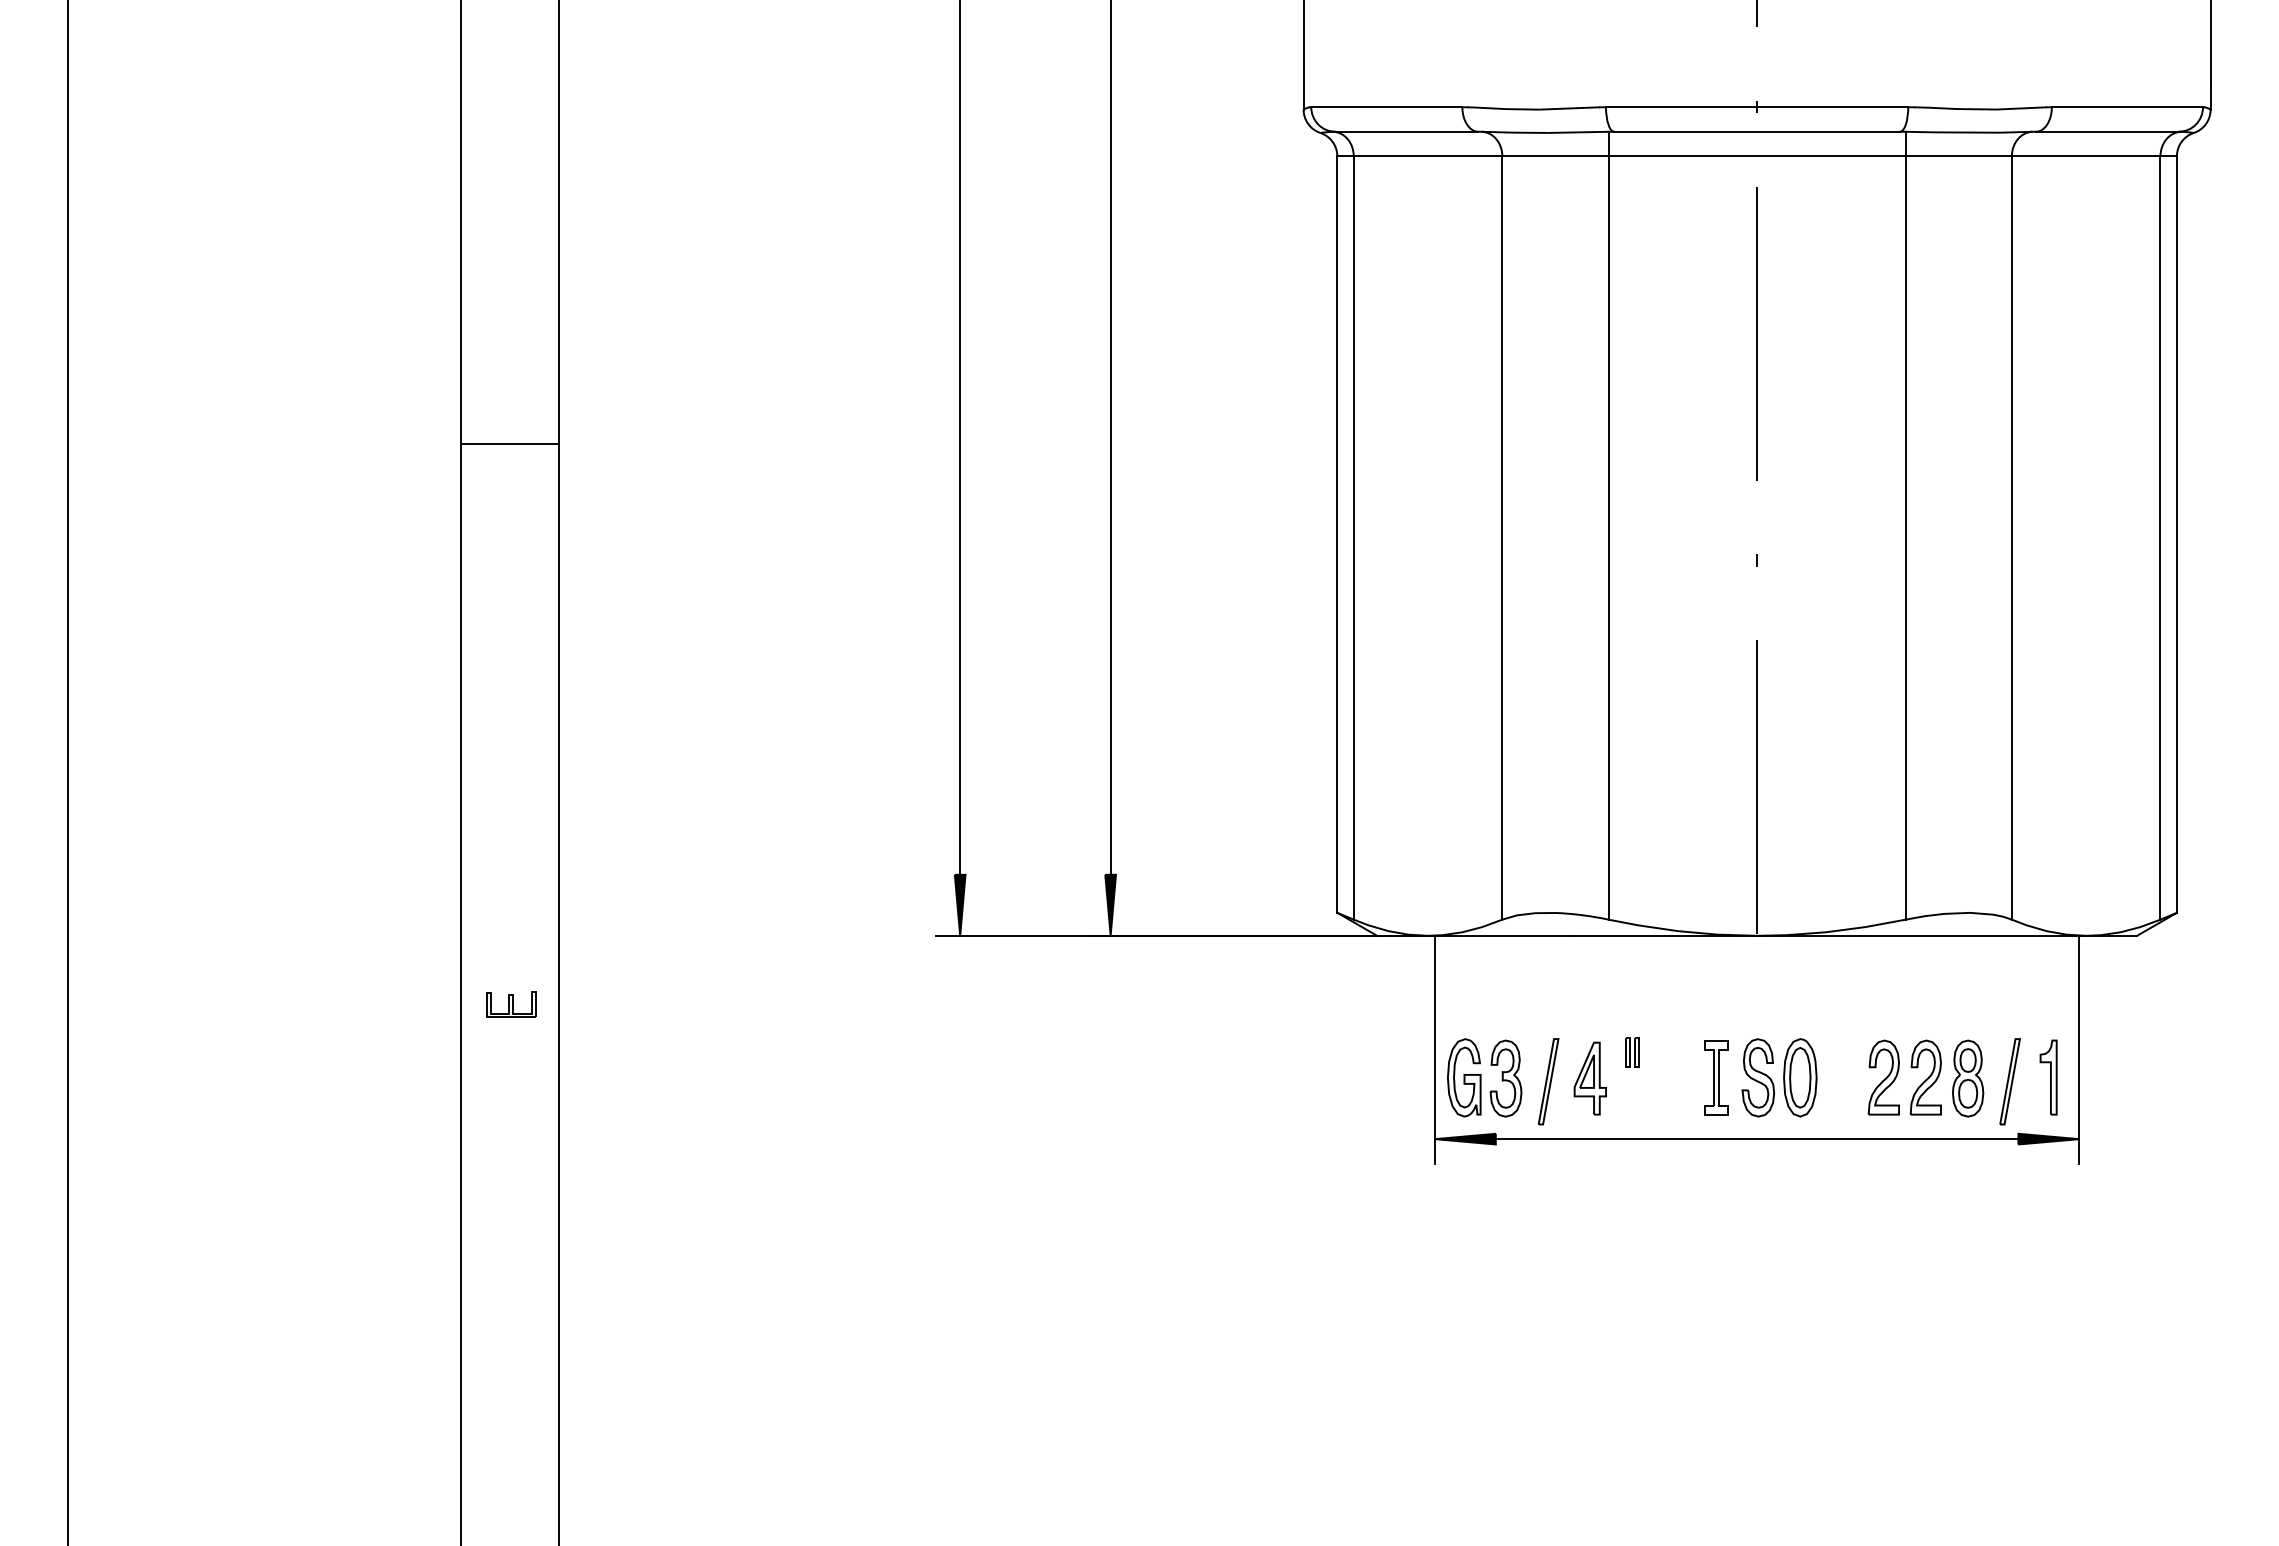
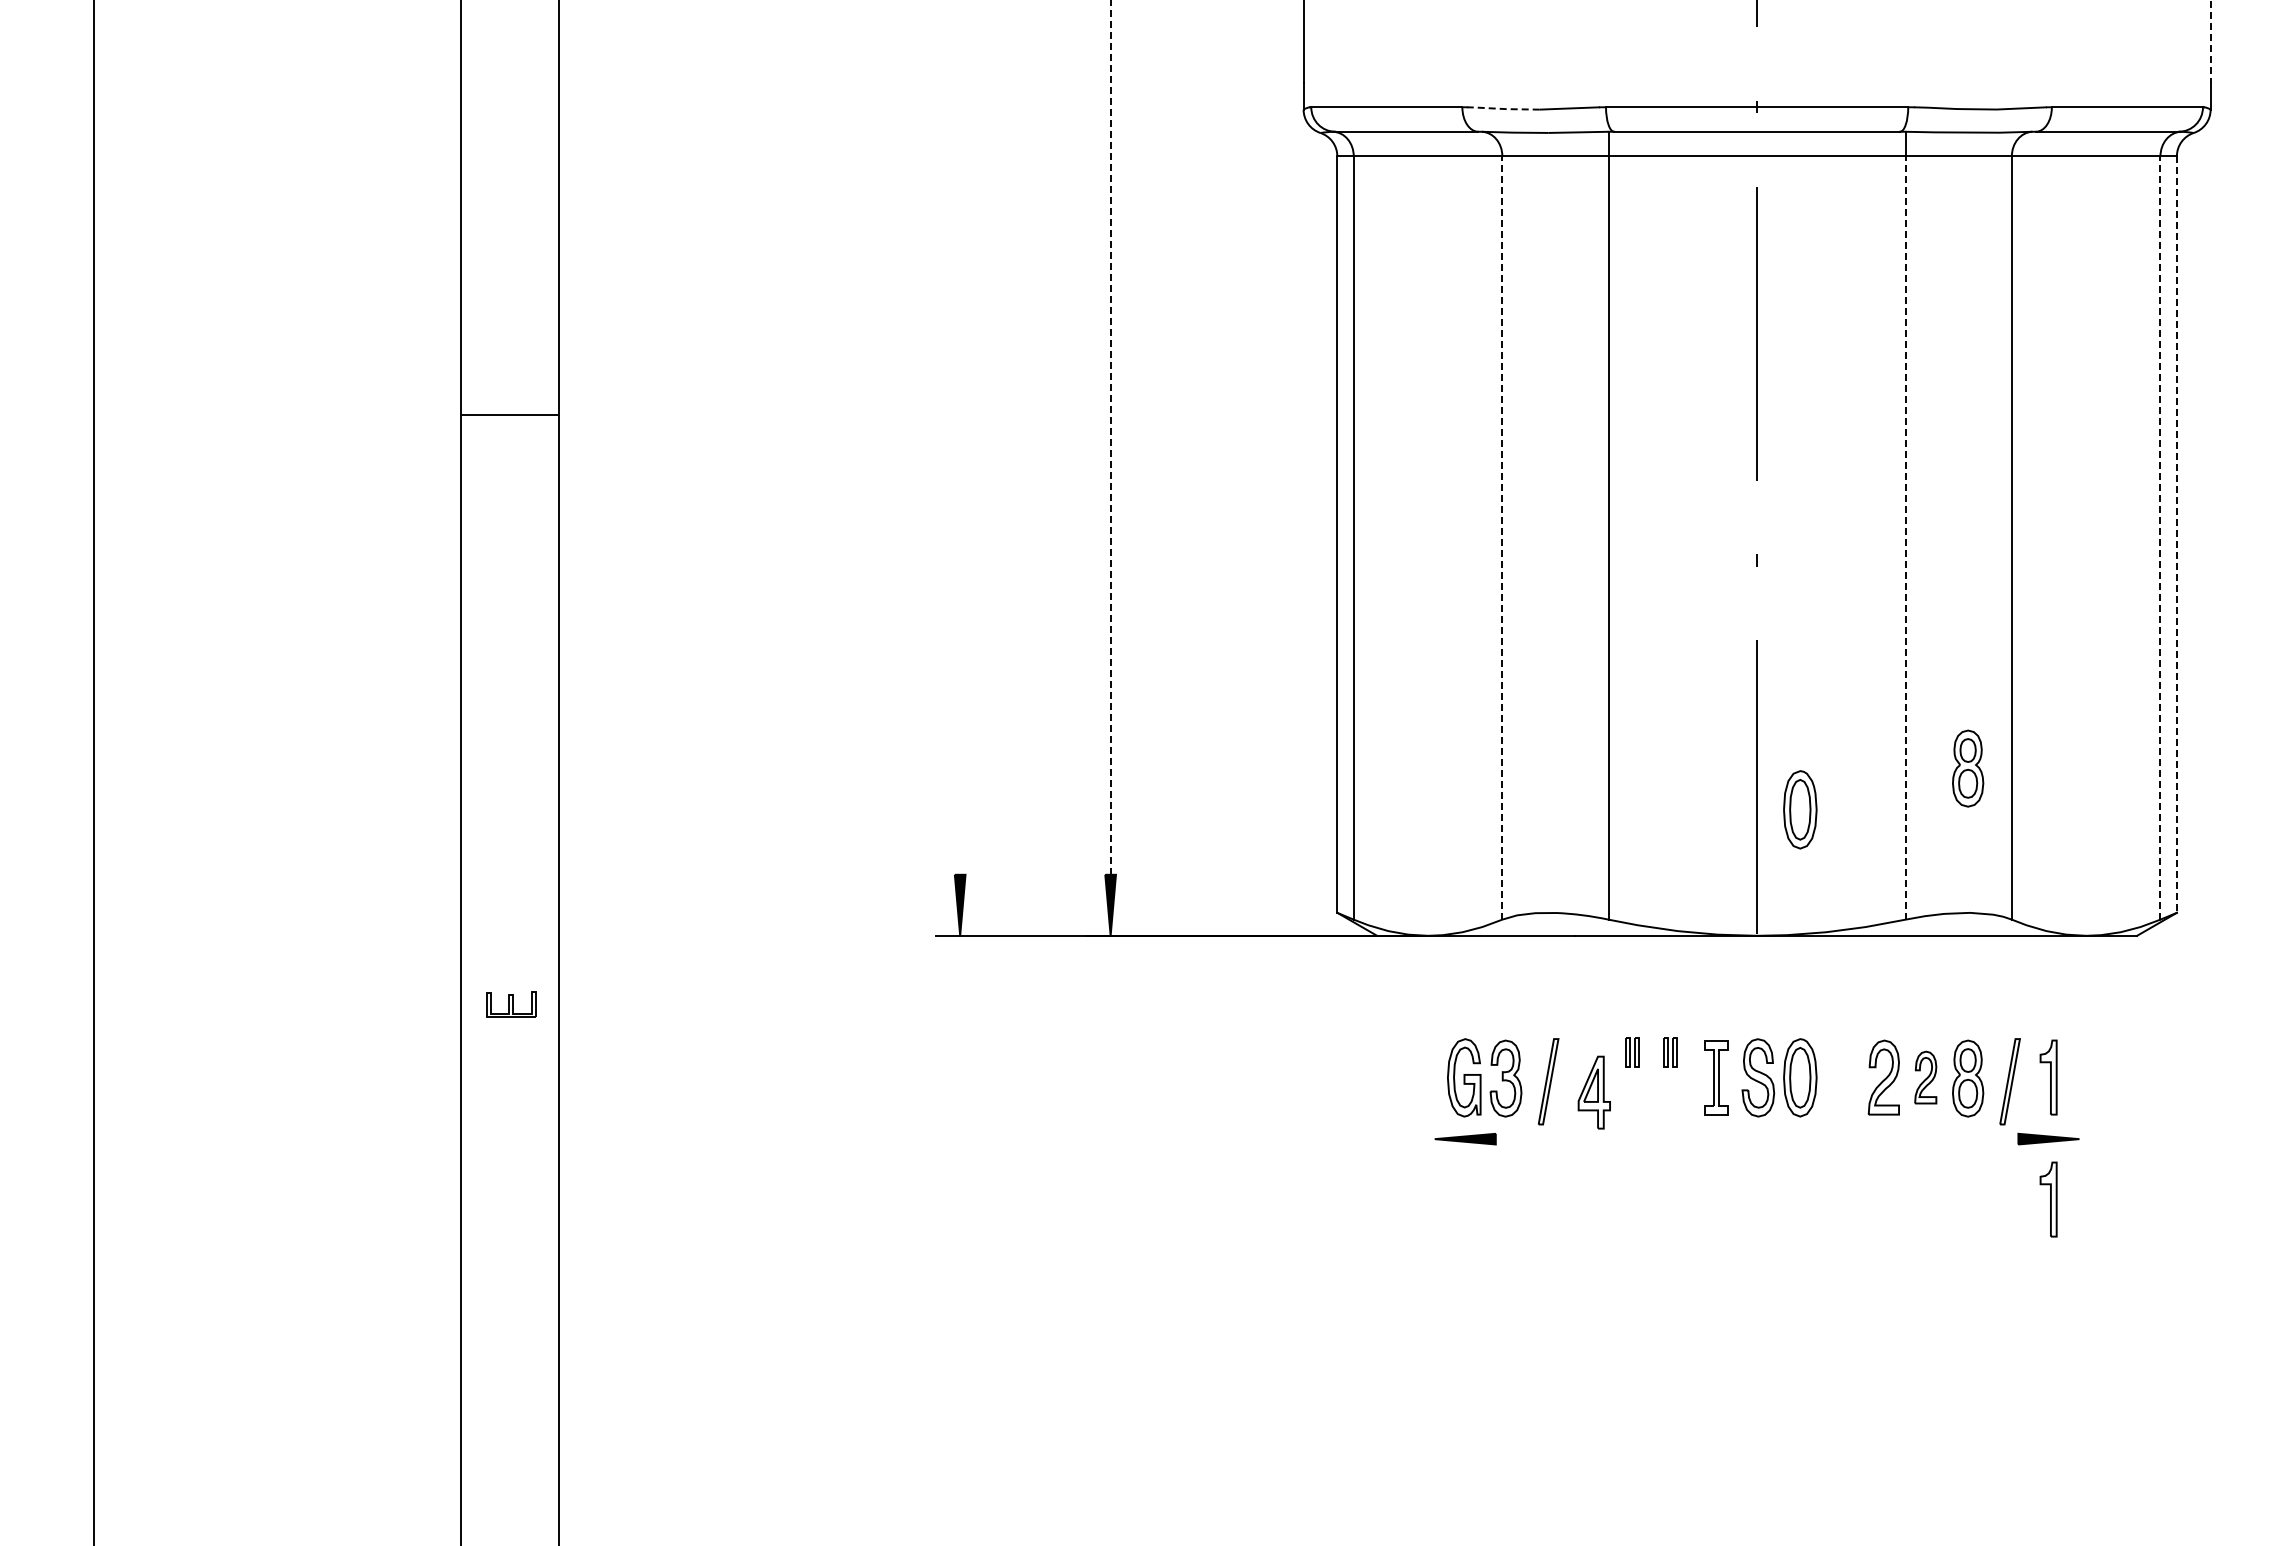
line at (2210, 41): solid -> dashed
line at (1502, 108): solid -> dashed
line at (1110, 436): solid -> dashed
line at (960, 438): present -> none
line at (509, 443) position: (509, 443) -> (509, 414)
line at (2176, 535): solid -> dashed
line at (1502, 537): solid -> dashed
line at (1905, 537): solid -> dashed
line at (2160, 537): solid -> dashed
part at (1968, 768): none -> present
line at (68, 772) position: (68, 772) -> (94, 772)
part at (1800, 809): none -> present
line at (1434, 1049): present -> none
line at (2079, 1049): present -> none
part at (1670, 1052): none -> present
part at (1925, 1077) size: 33x77 px -> 24x55 px
part at (1589, 1078) position: (1589, 1078) -> (1593, 1092)
line at (1756, 1139): present -> none
part at (2048, 1199): none -> present
